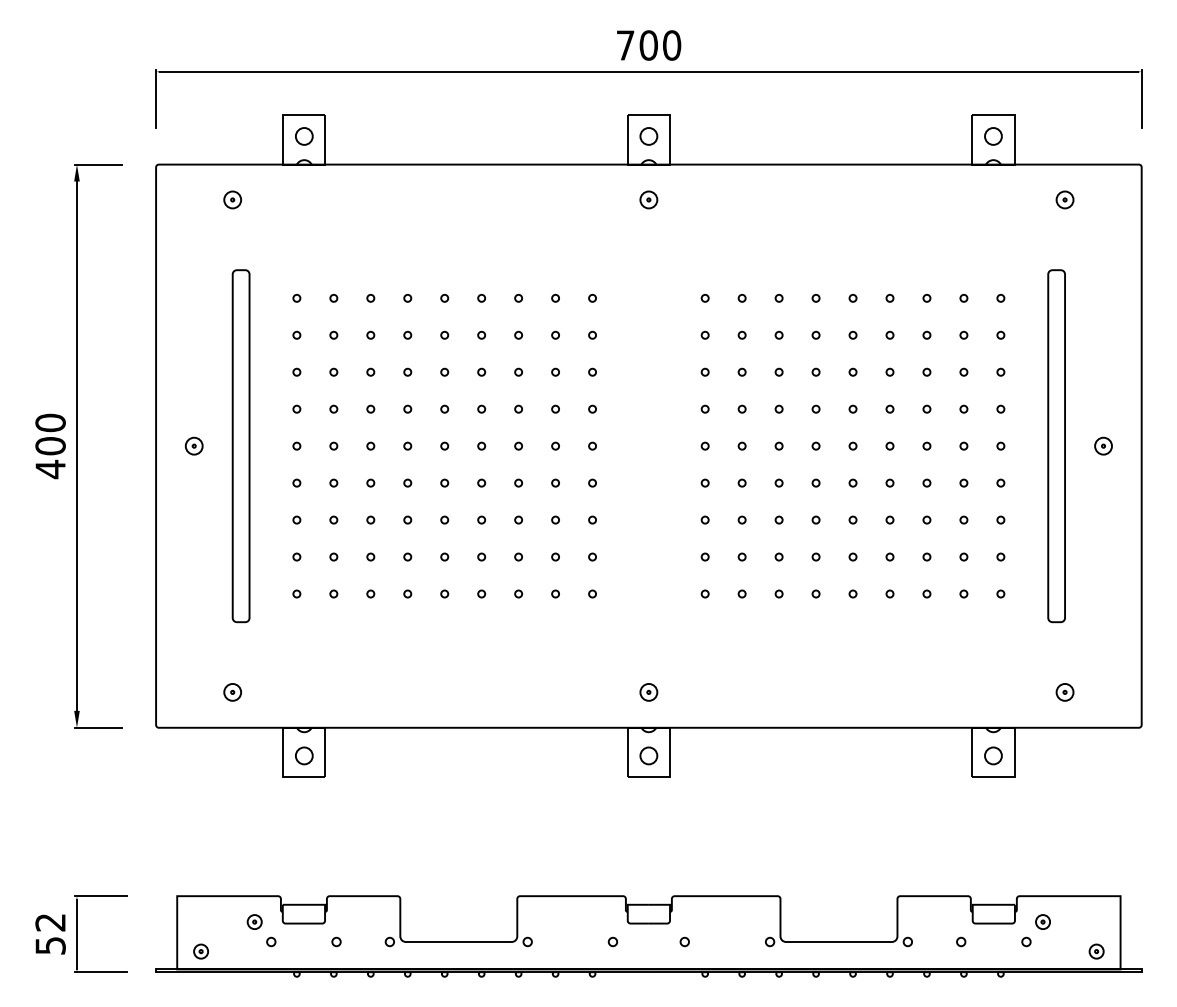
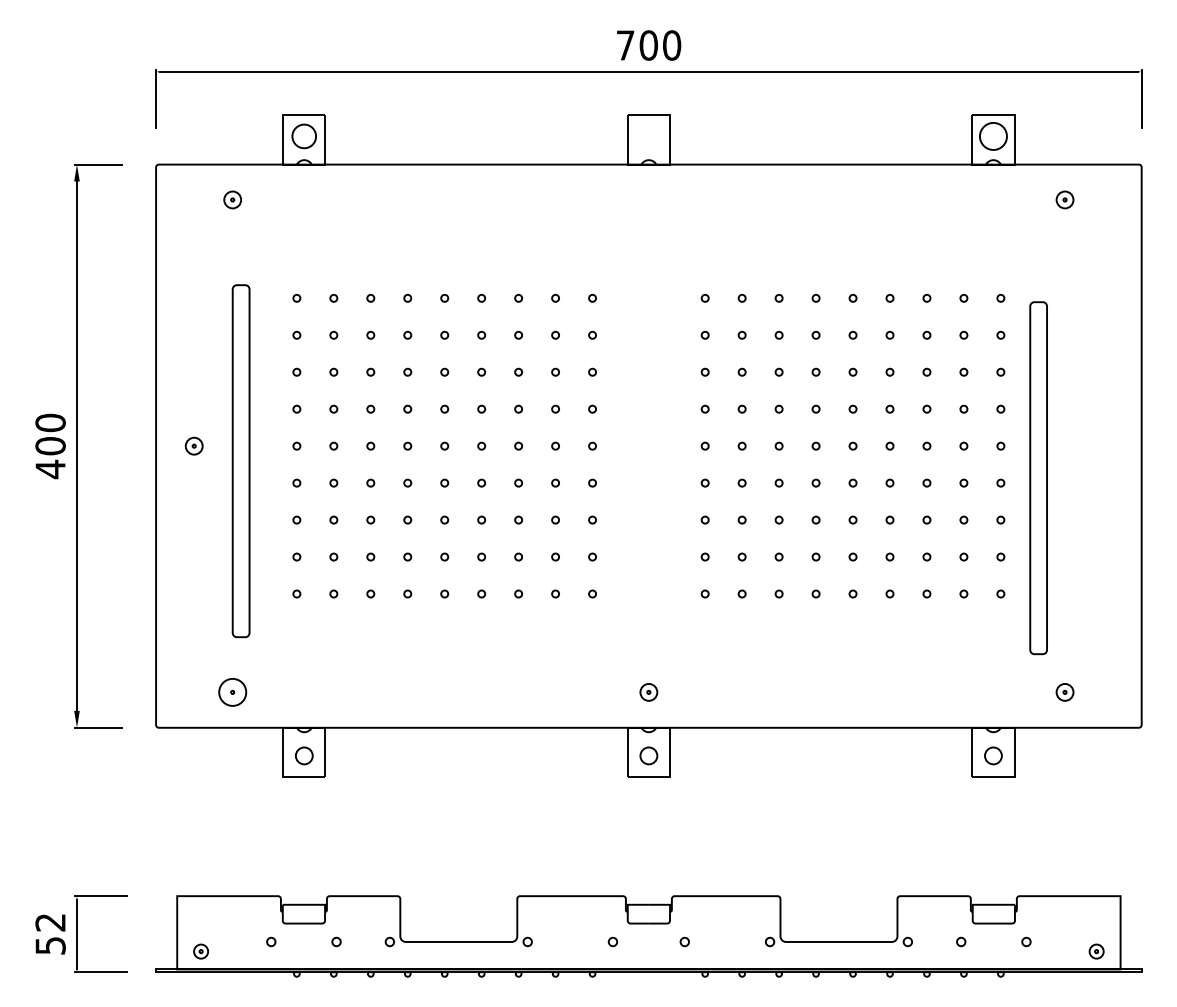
circle at (304, 136) size: 19x19 px -> 26x27 px
circle at (648, 136): present -> none
circle at (993, 136) diameter: 17 px -> 27 px
part at (648, 199): present -> none
part at (1103, 445): present -> none
part at (240, 446) position: (240, 446) -> (240, 461)
part at (1056, 446) position: (1056, 446) -> (1038, 478)
circle at (232, 691) diameter: 17 px -> 27 px
part at (254, 921): present -> none
part at (1042, 921): present -> none
